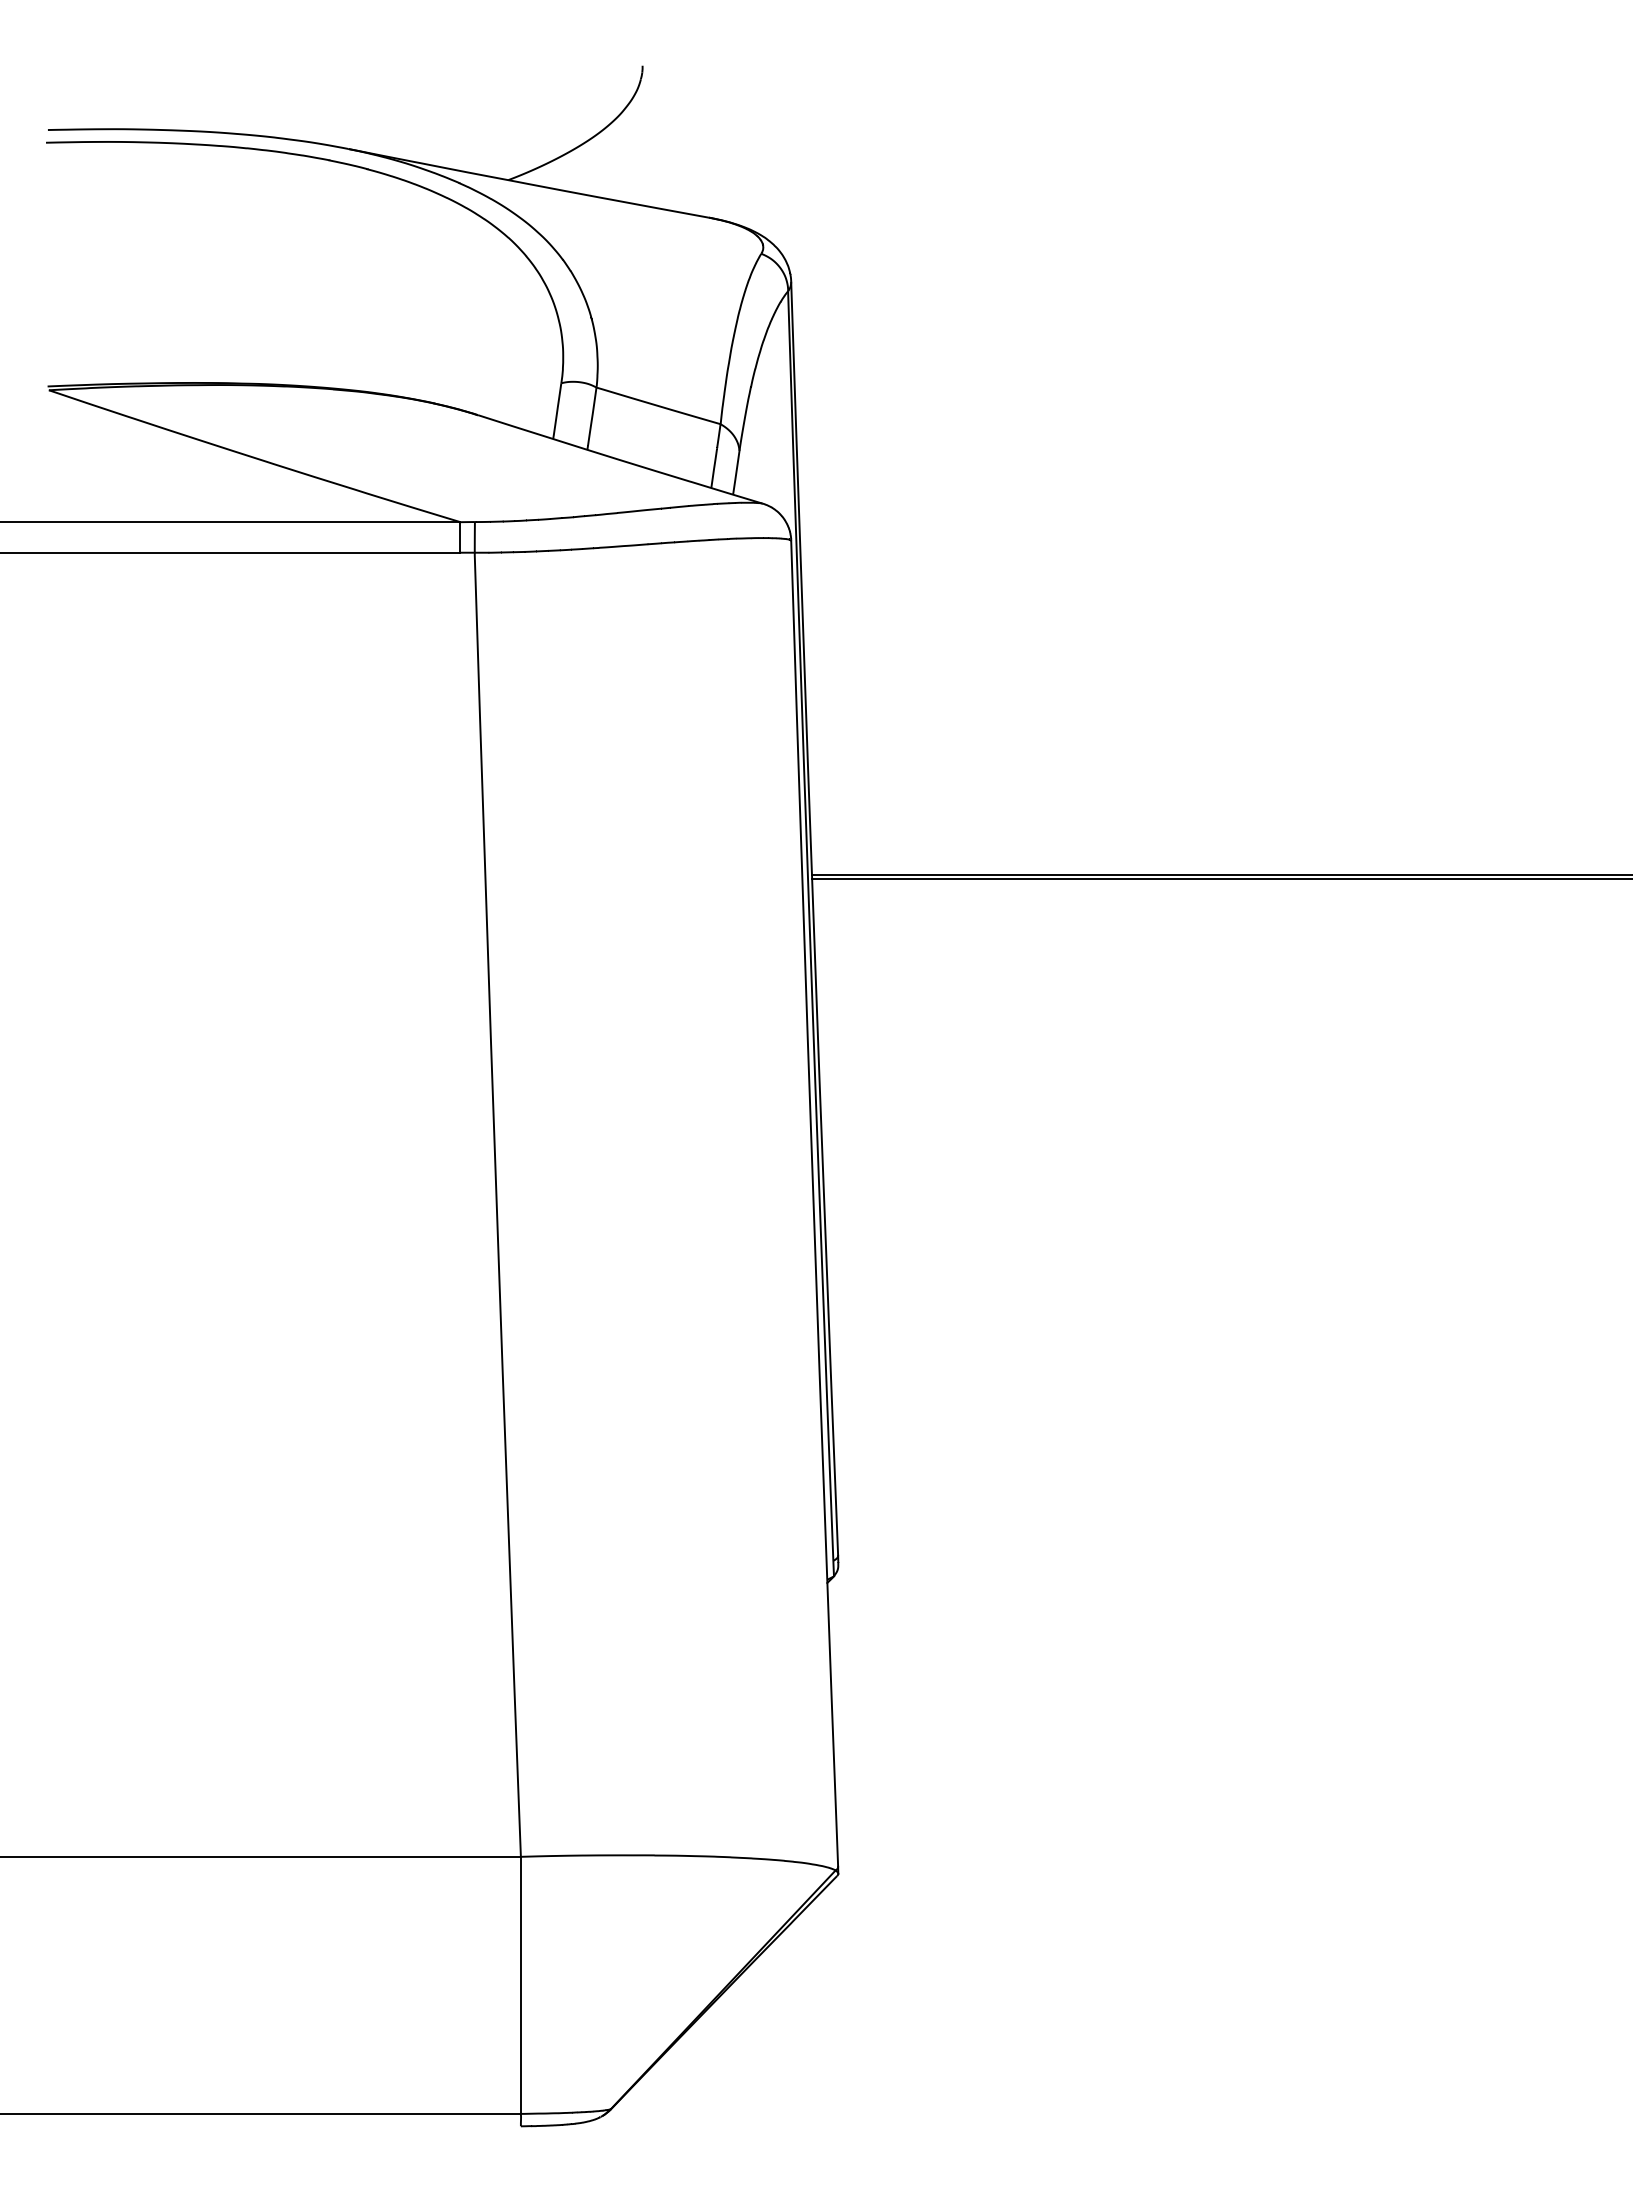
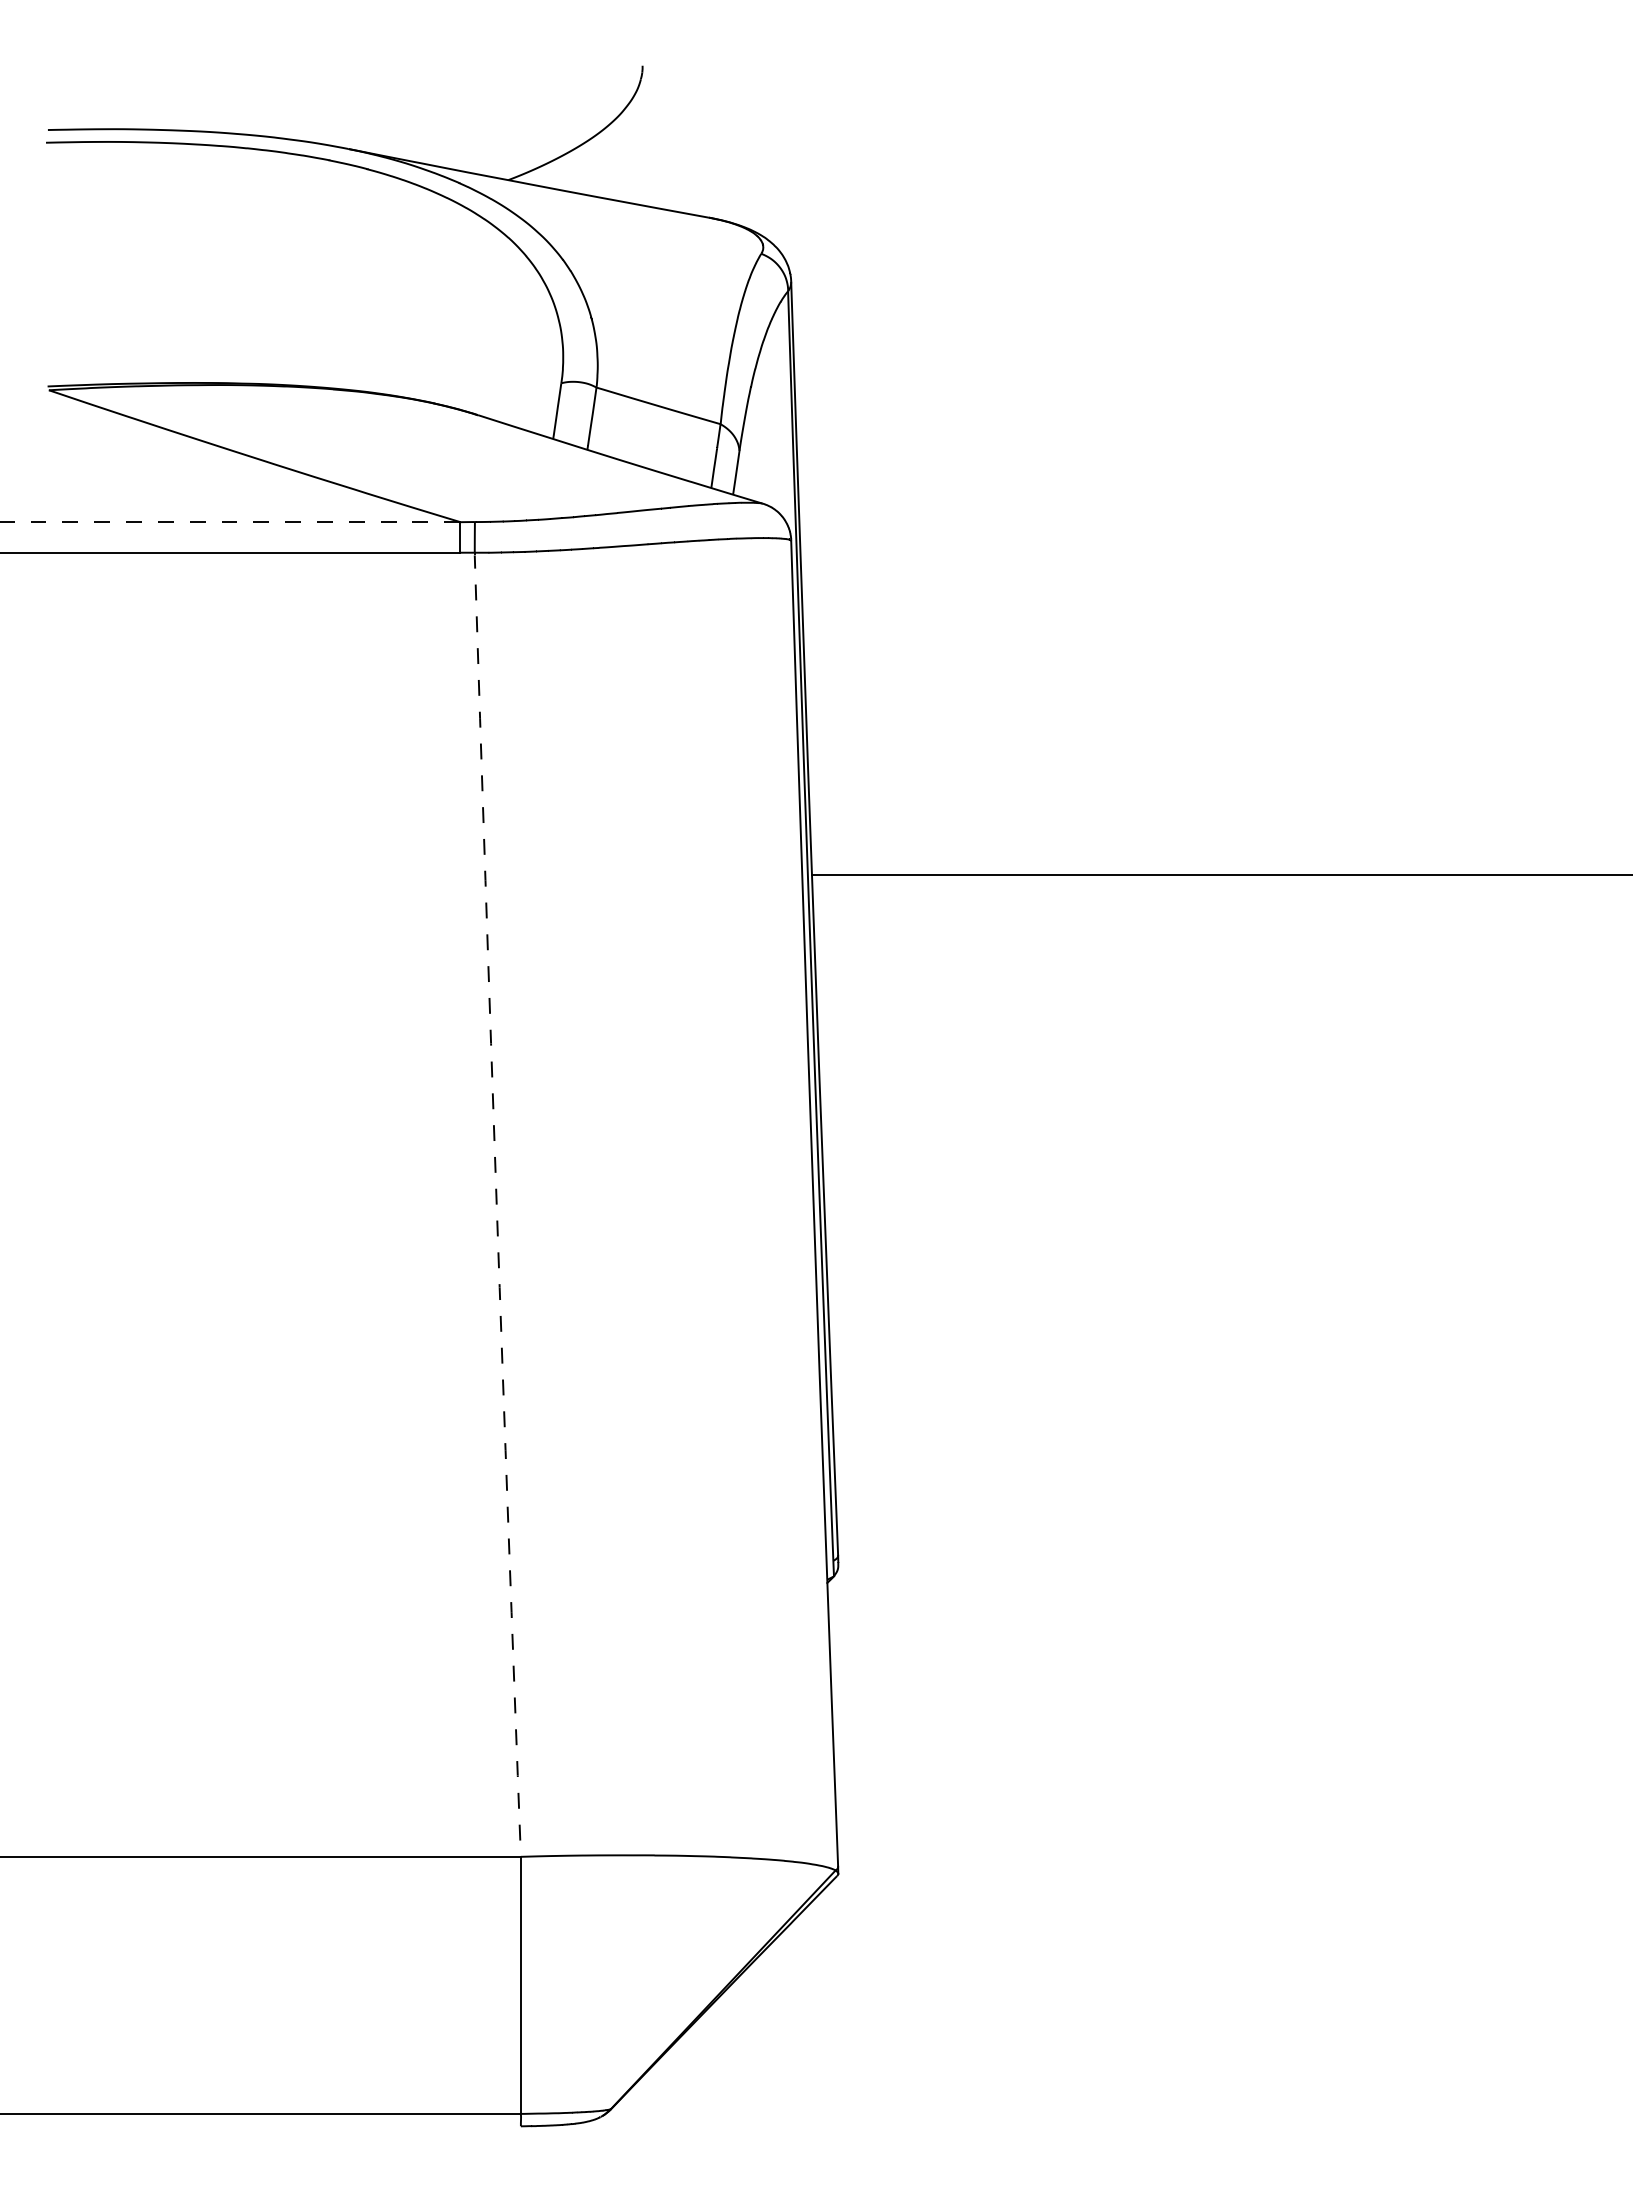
line at (230, 522): solid -> dashed
line at (1220, 878): present -> none
line at (496, 1205): solid -> dashed
